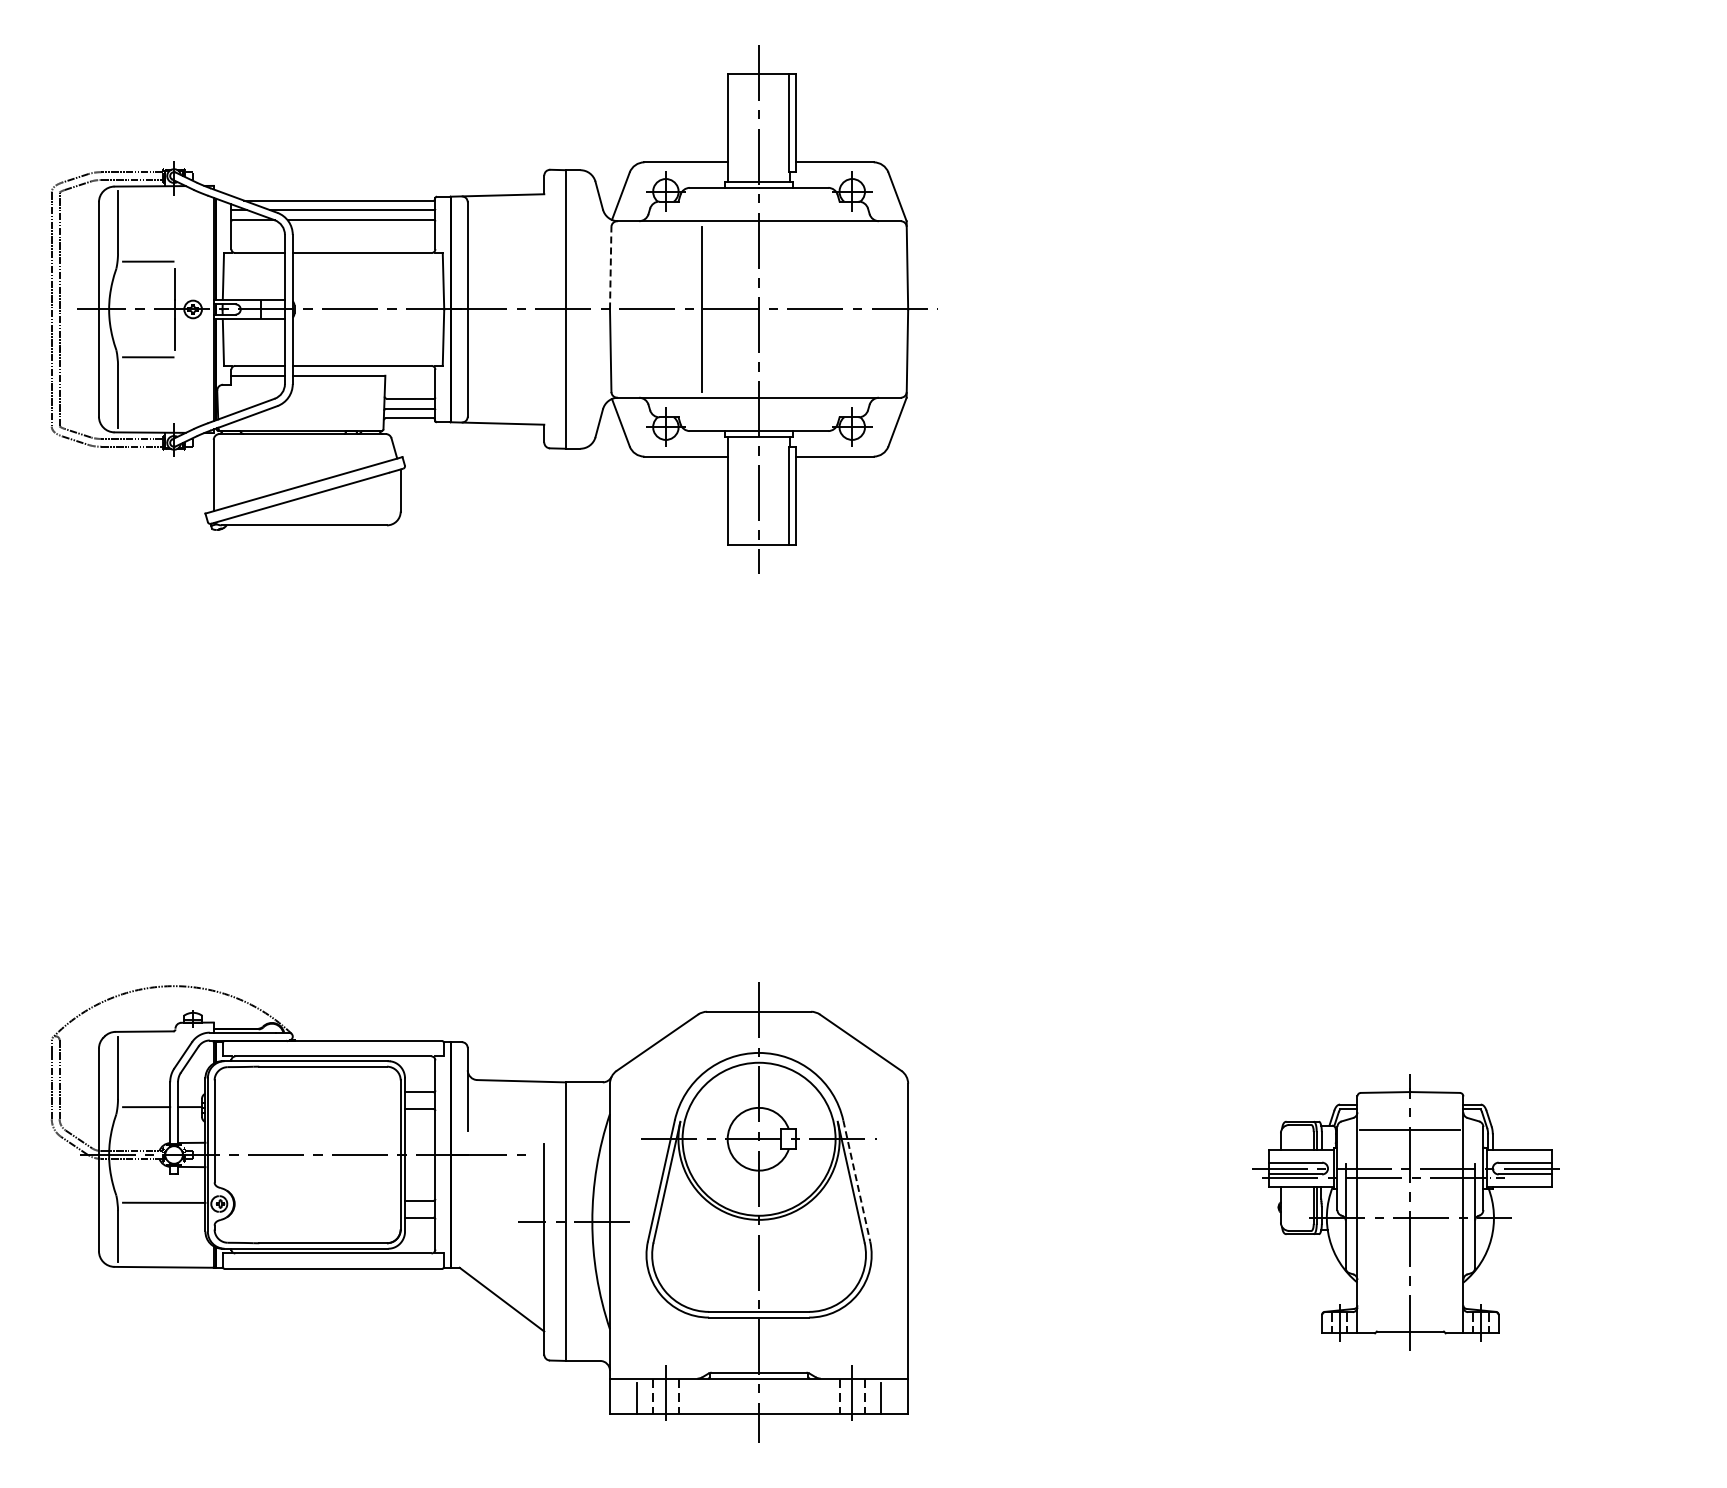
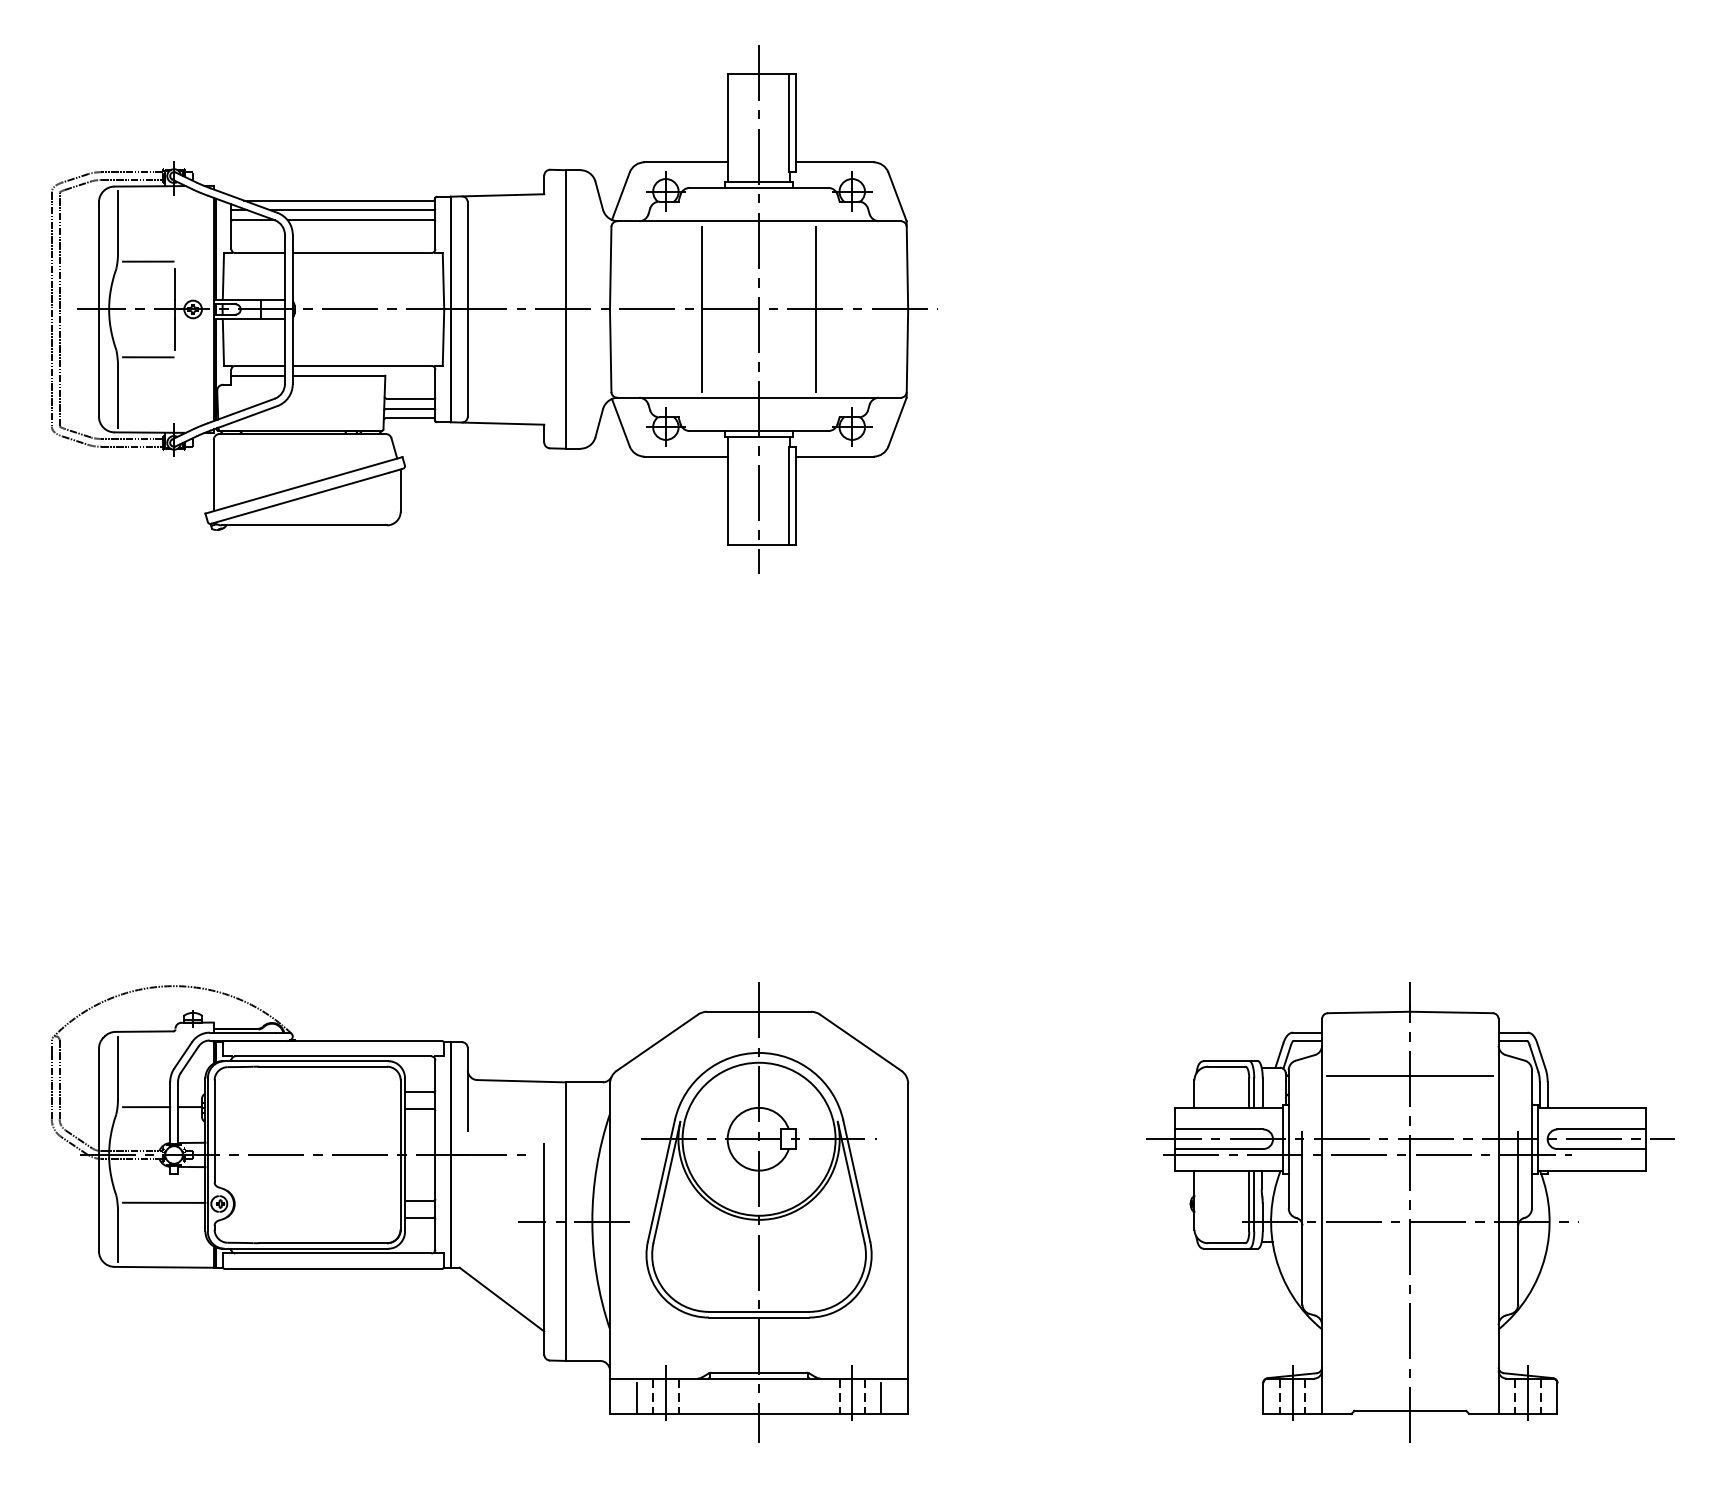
line at (610, 267): dashed -> solid
line at (815, 309): none -> present
line at (856, 1181): dashed -> solid
part at (1405, 1212) size: 308x277 px -> 529x461 px
